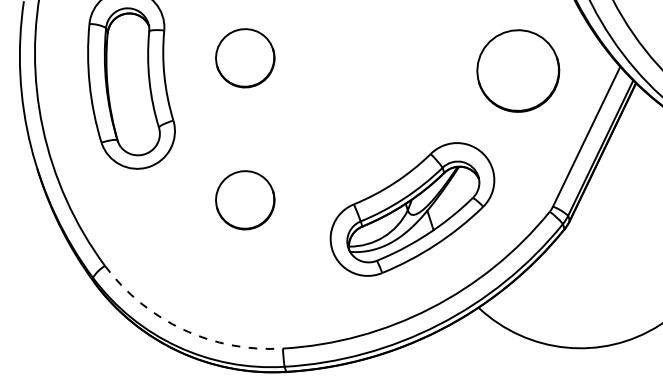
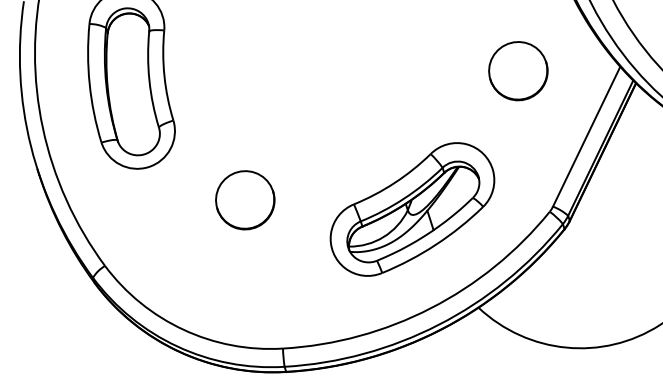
part at (245, 58): present -> none
part at (518, 70) size: 85x84 px -> 61x61 px
arc at (183, 329): dashed -> solid
